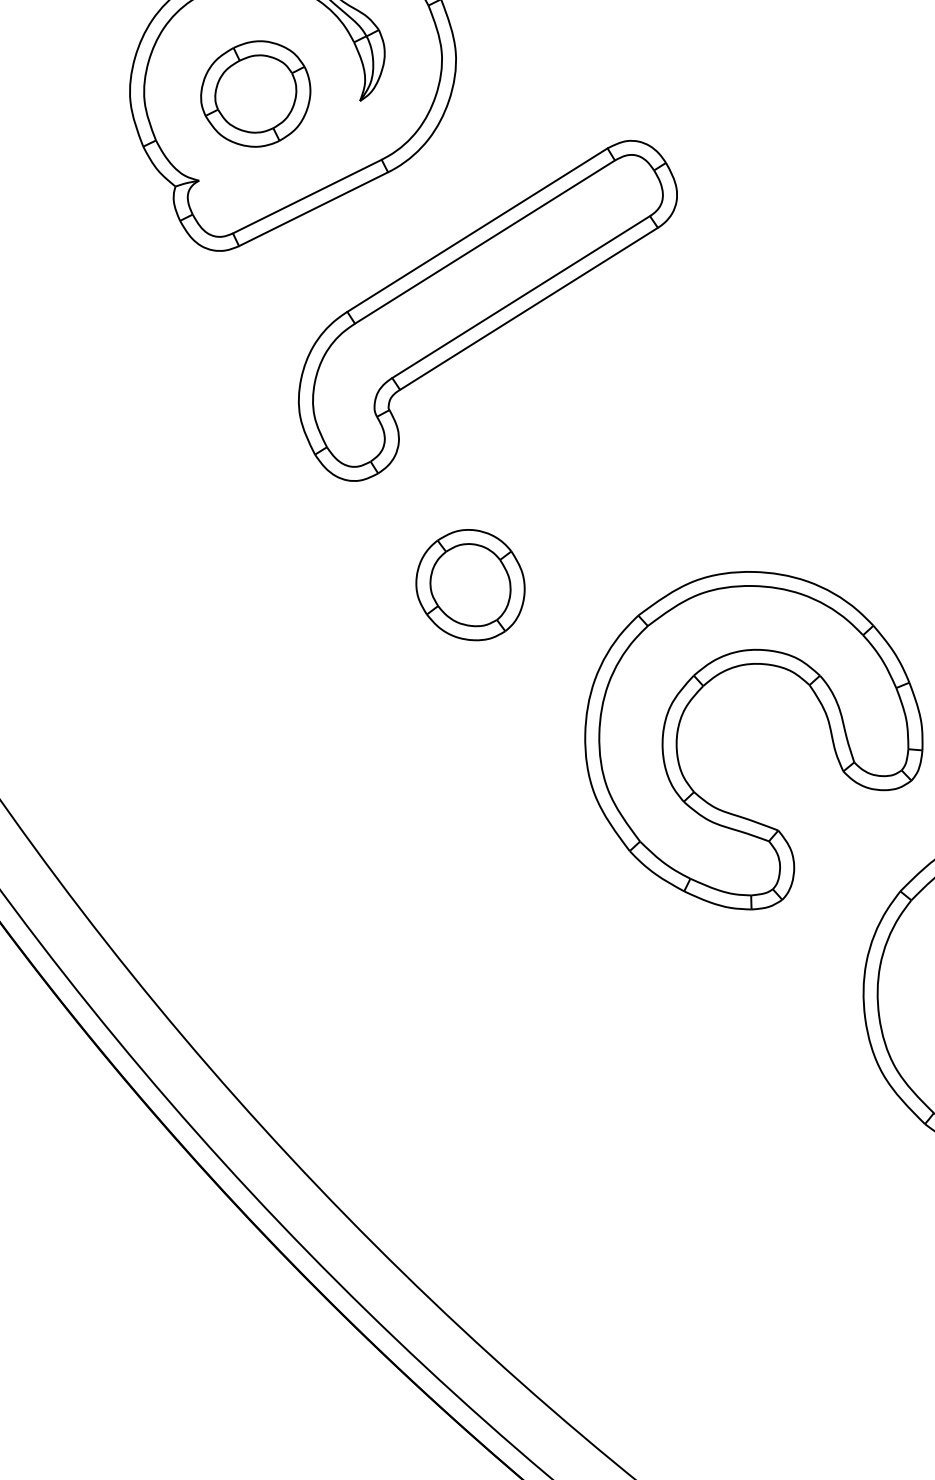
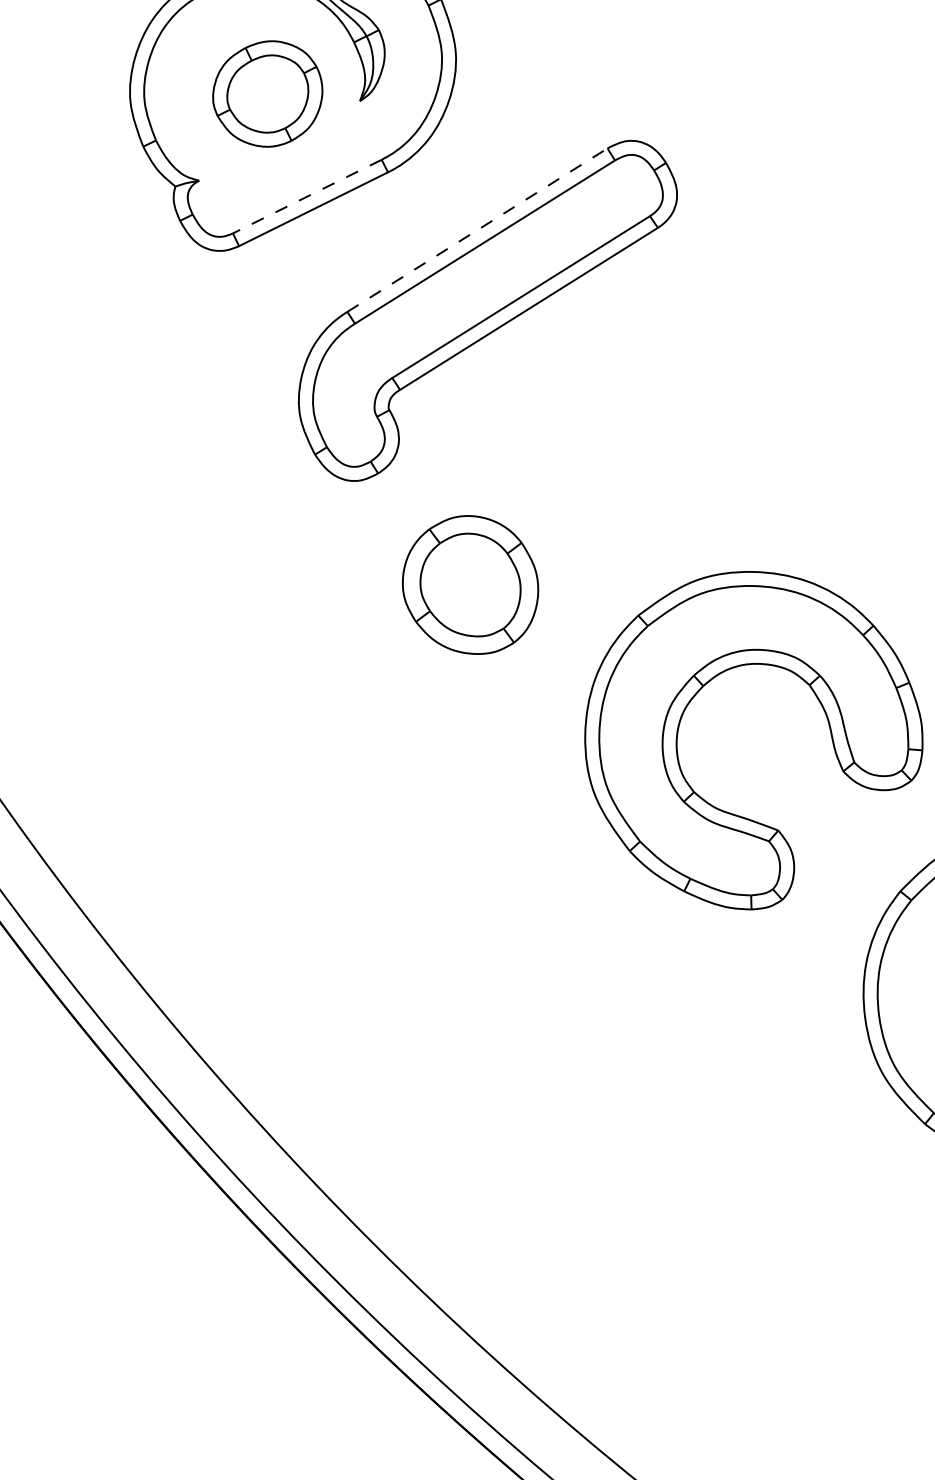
part at (255, 93) position: (255, 93) -> (267, 93)
line at (307, 196): solid -> dashed
line at (477, 230): solid -> dashed
part at (470, 585) size: 111x113 px -> 139x140 px
